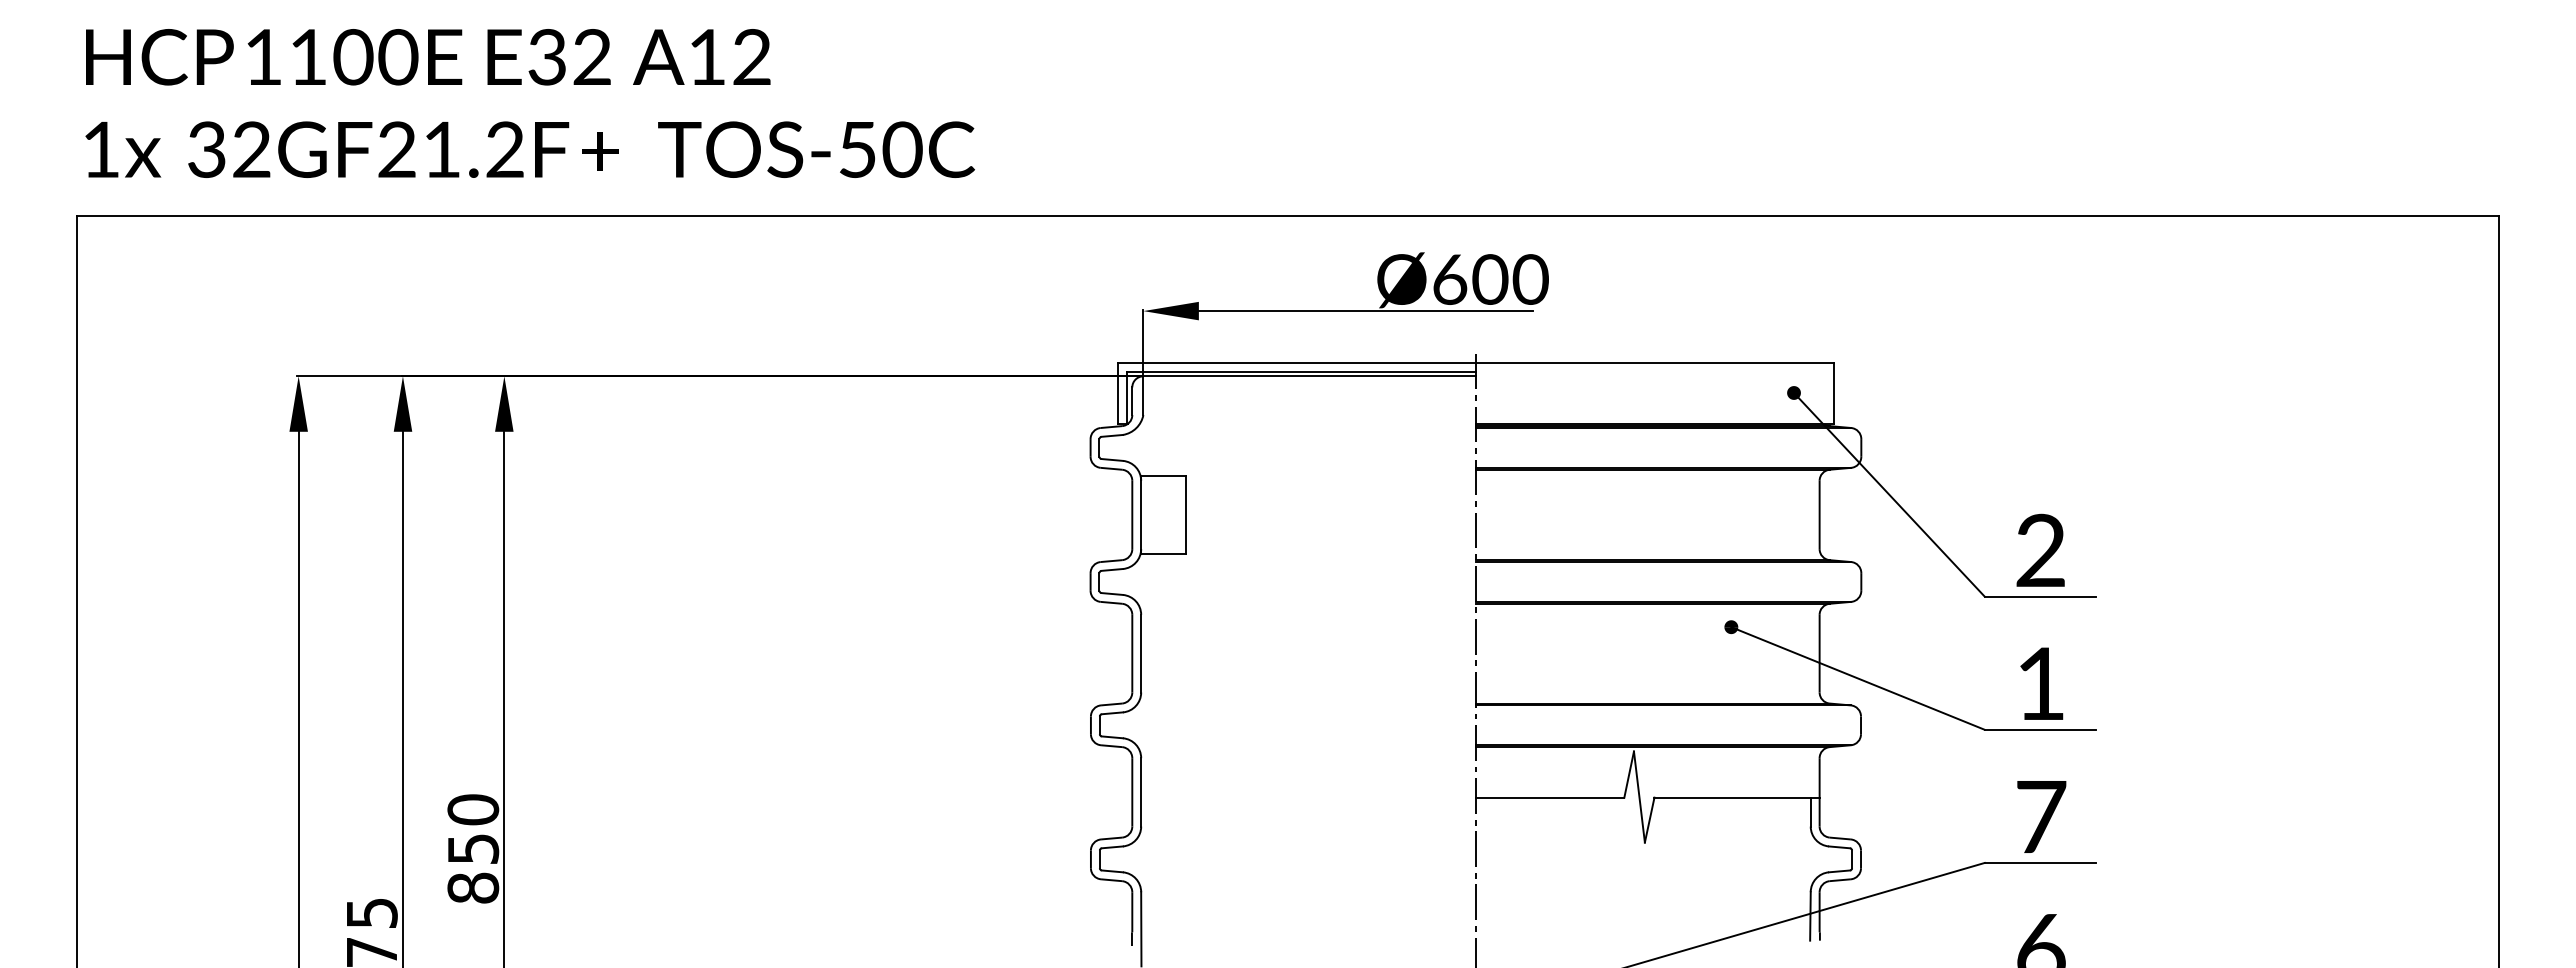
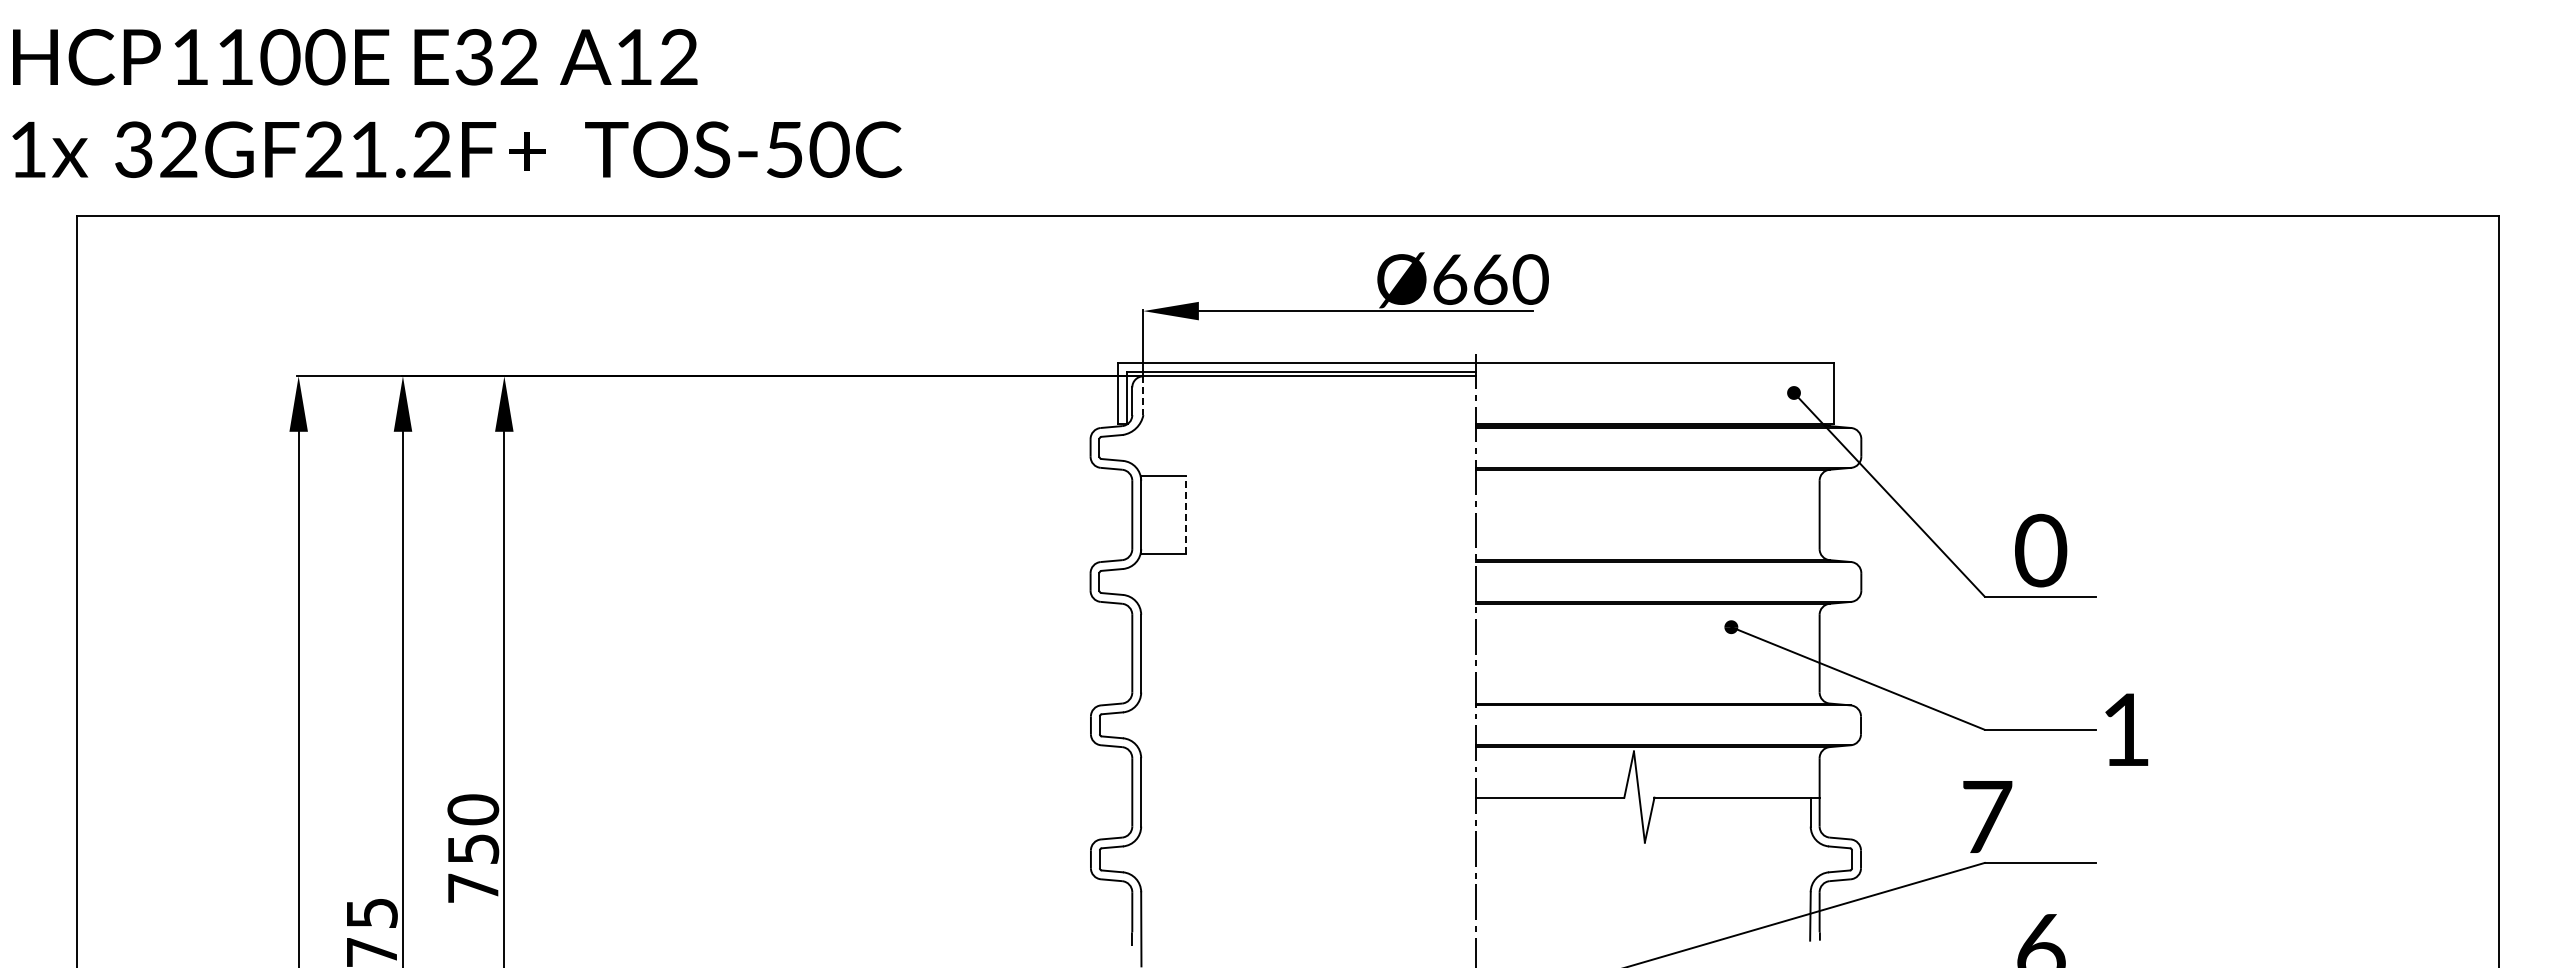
text at (529, 103) position: (529, 103) -> (456, 103)
text at (1490, 279): Ø600 -> Ø660
line at (1143, 396): solid -> dashed
line at (1185, 514): solid -> dashed
text at (2041, 550): 2 -> 0
text at (2041, 683) position: (2041, 683) -> (2126, 729)
text at (2041, 816) position: (2041, 816) -> (1987, 816)
text at (473, 887): 850 -> 750
